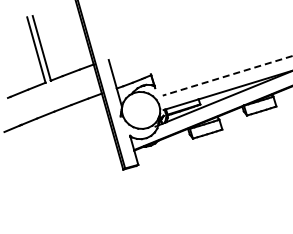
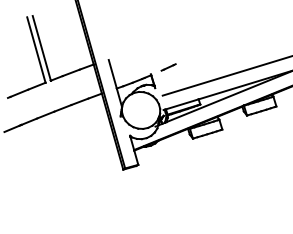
line at (168, 67): none -> present
line at (227, 75): dashed -> solid
